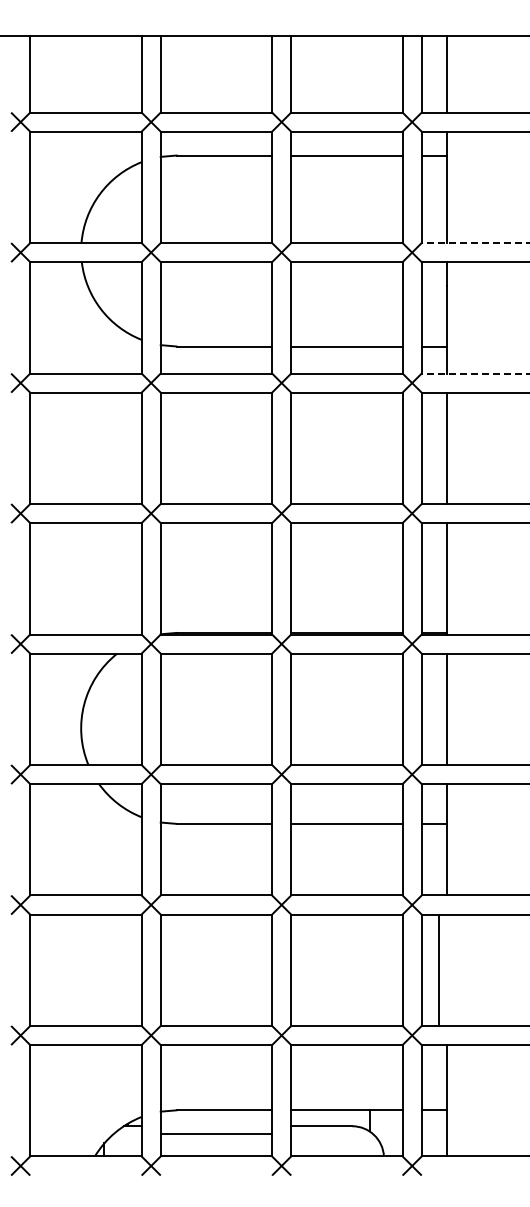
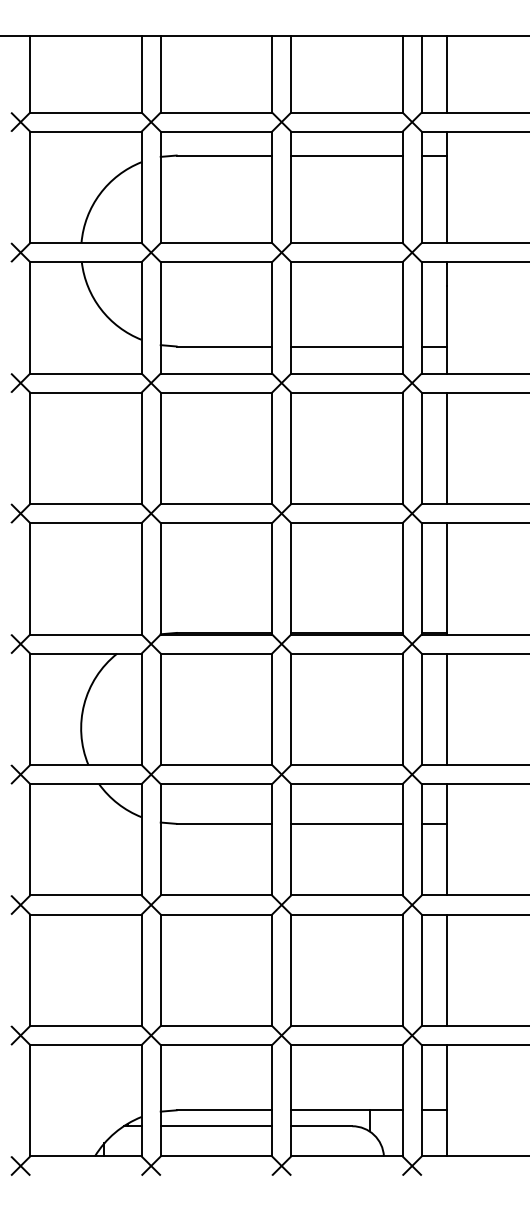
line at (475, 243): dashed -> solid
line at (475, 373): dashed -> solid
line at (439, 969) position: (439, 969) -> (447, 969)
line at (216, 1134) position: (216, 1134) -> (216, 1126)
